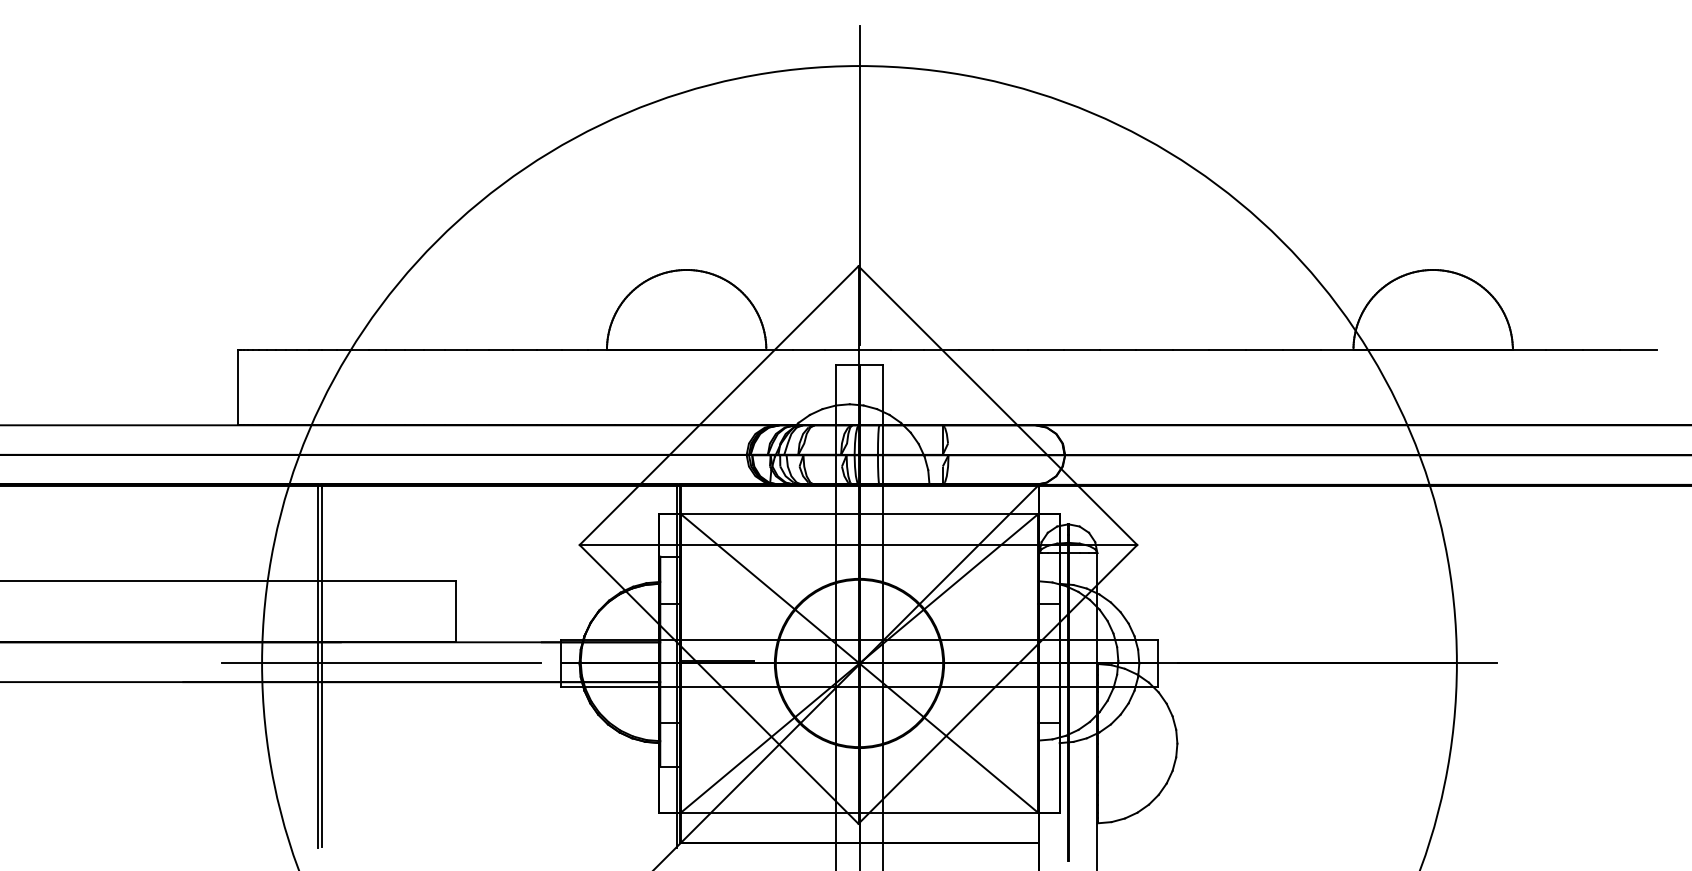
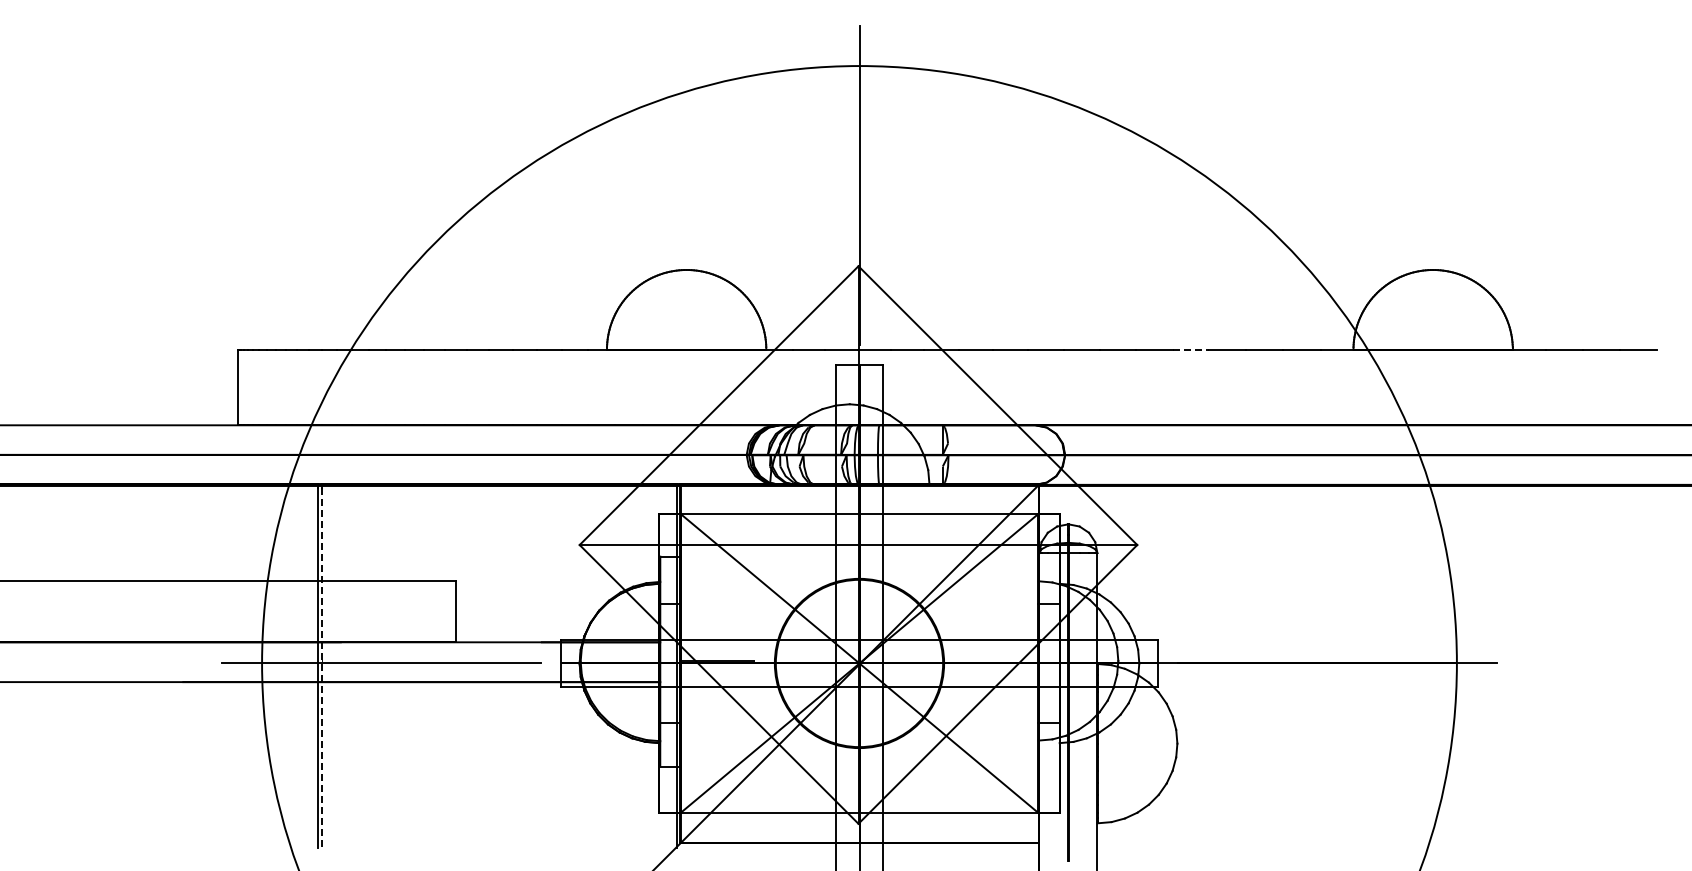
line at (1191, 349): solid -> dashed
line at (322, 667): solid -> dashed
